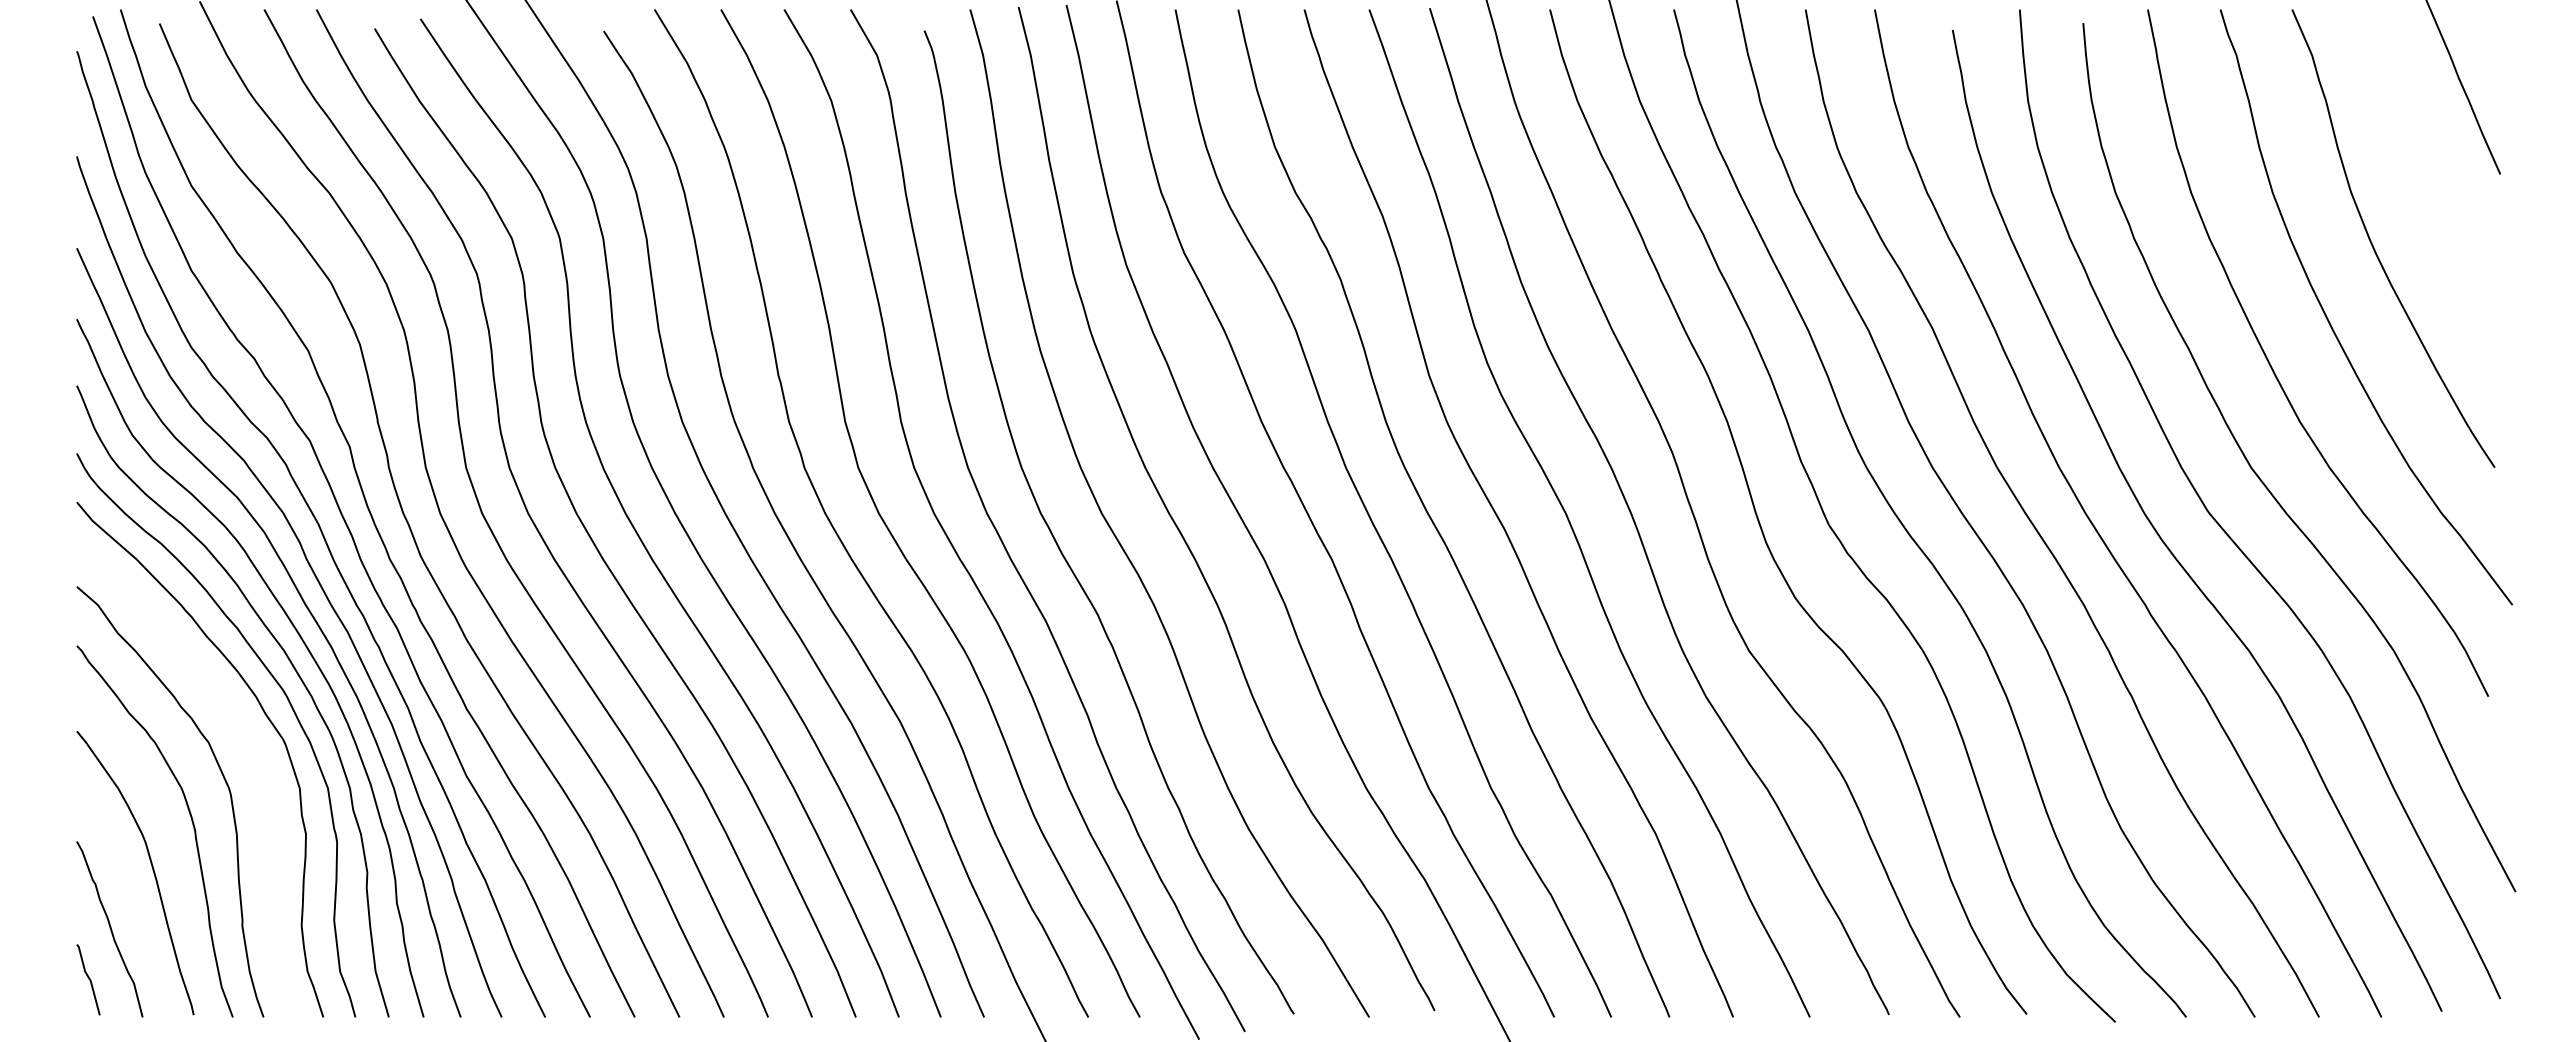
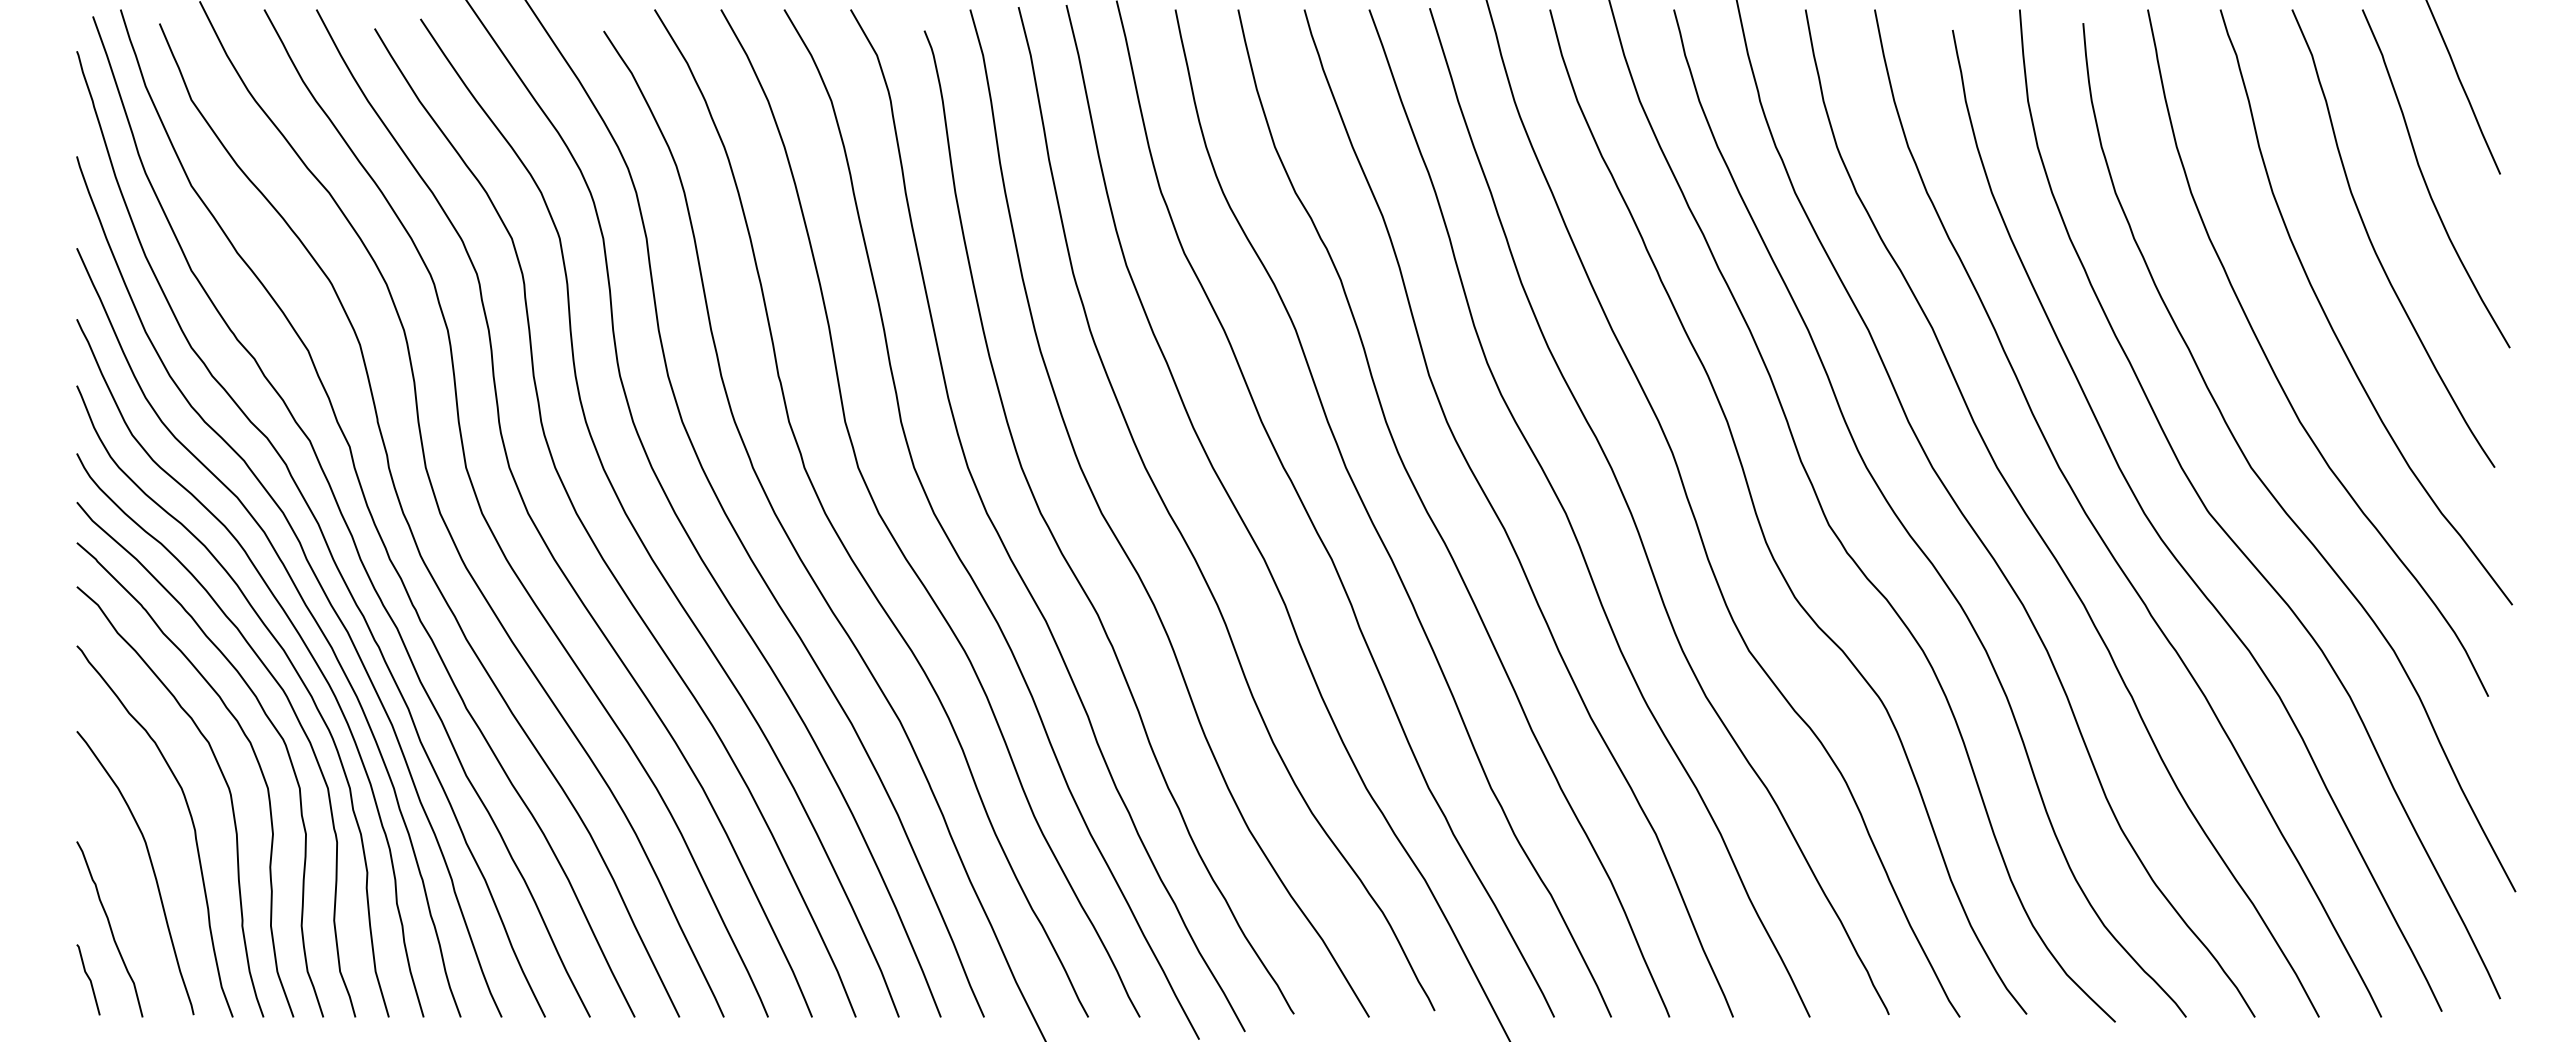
curve at (2426, 182): none -> present
curve at (253, 753): none -> present
